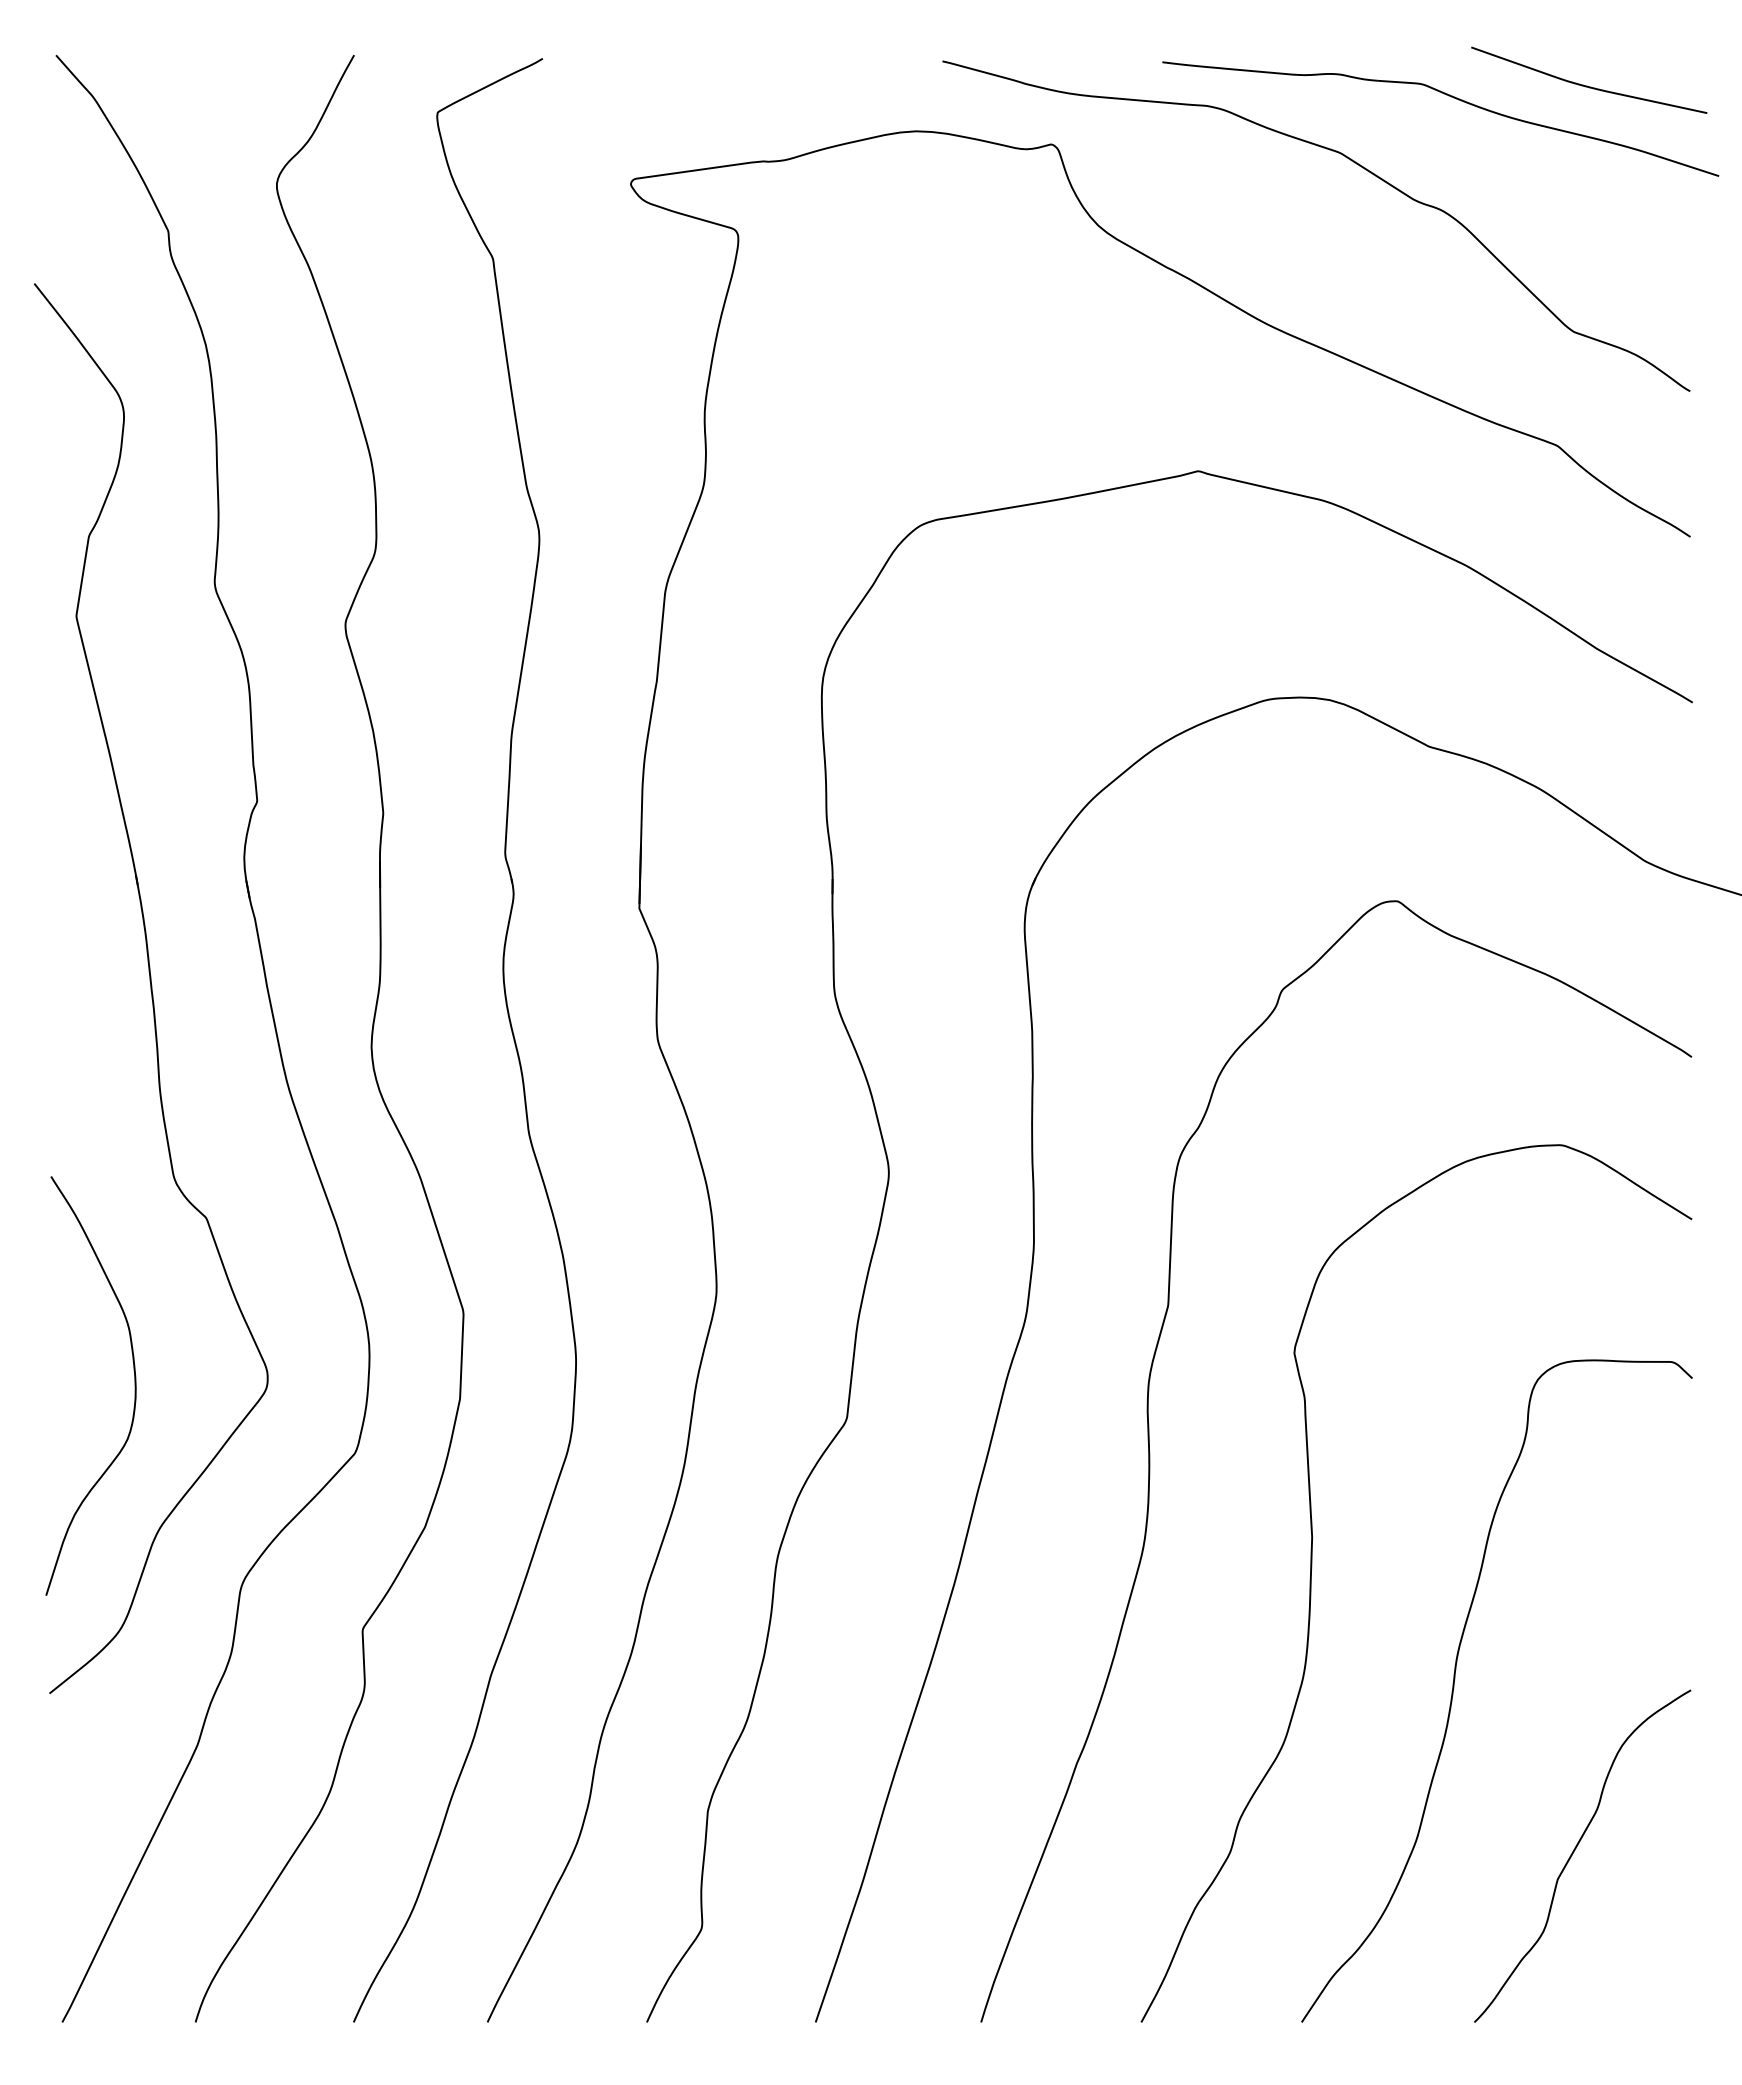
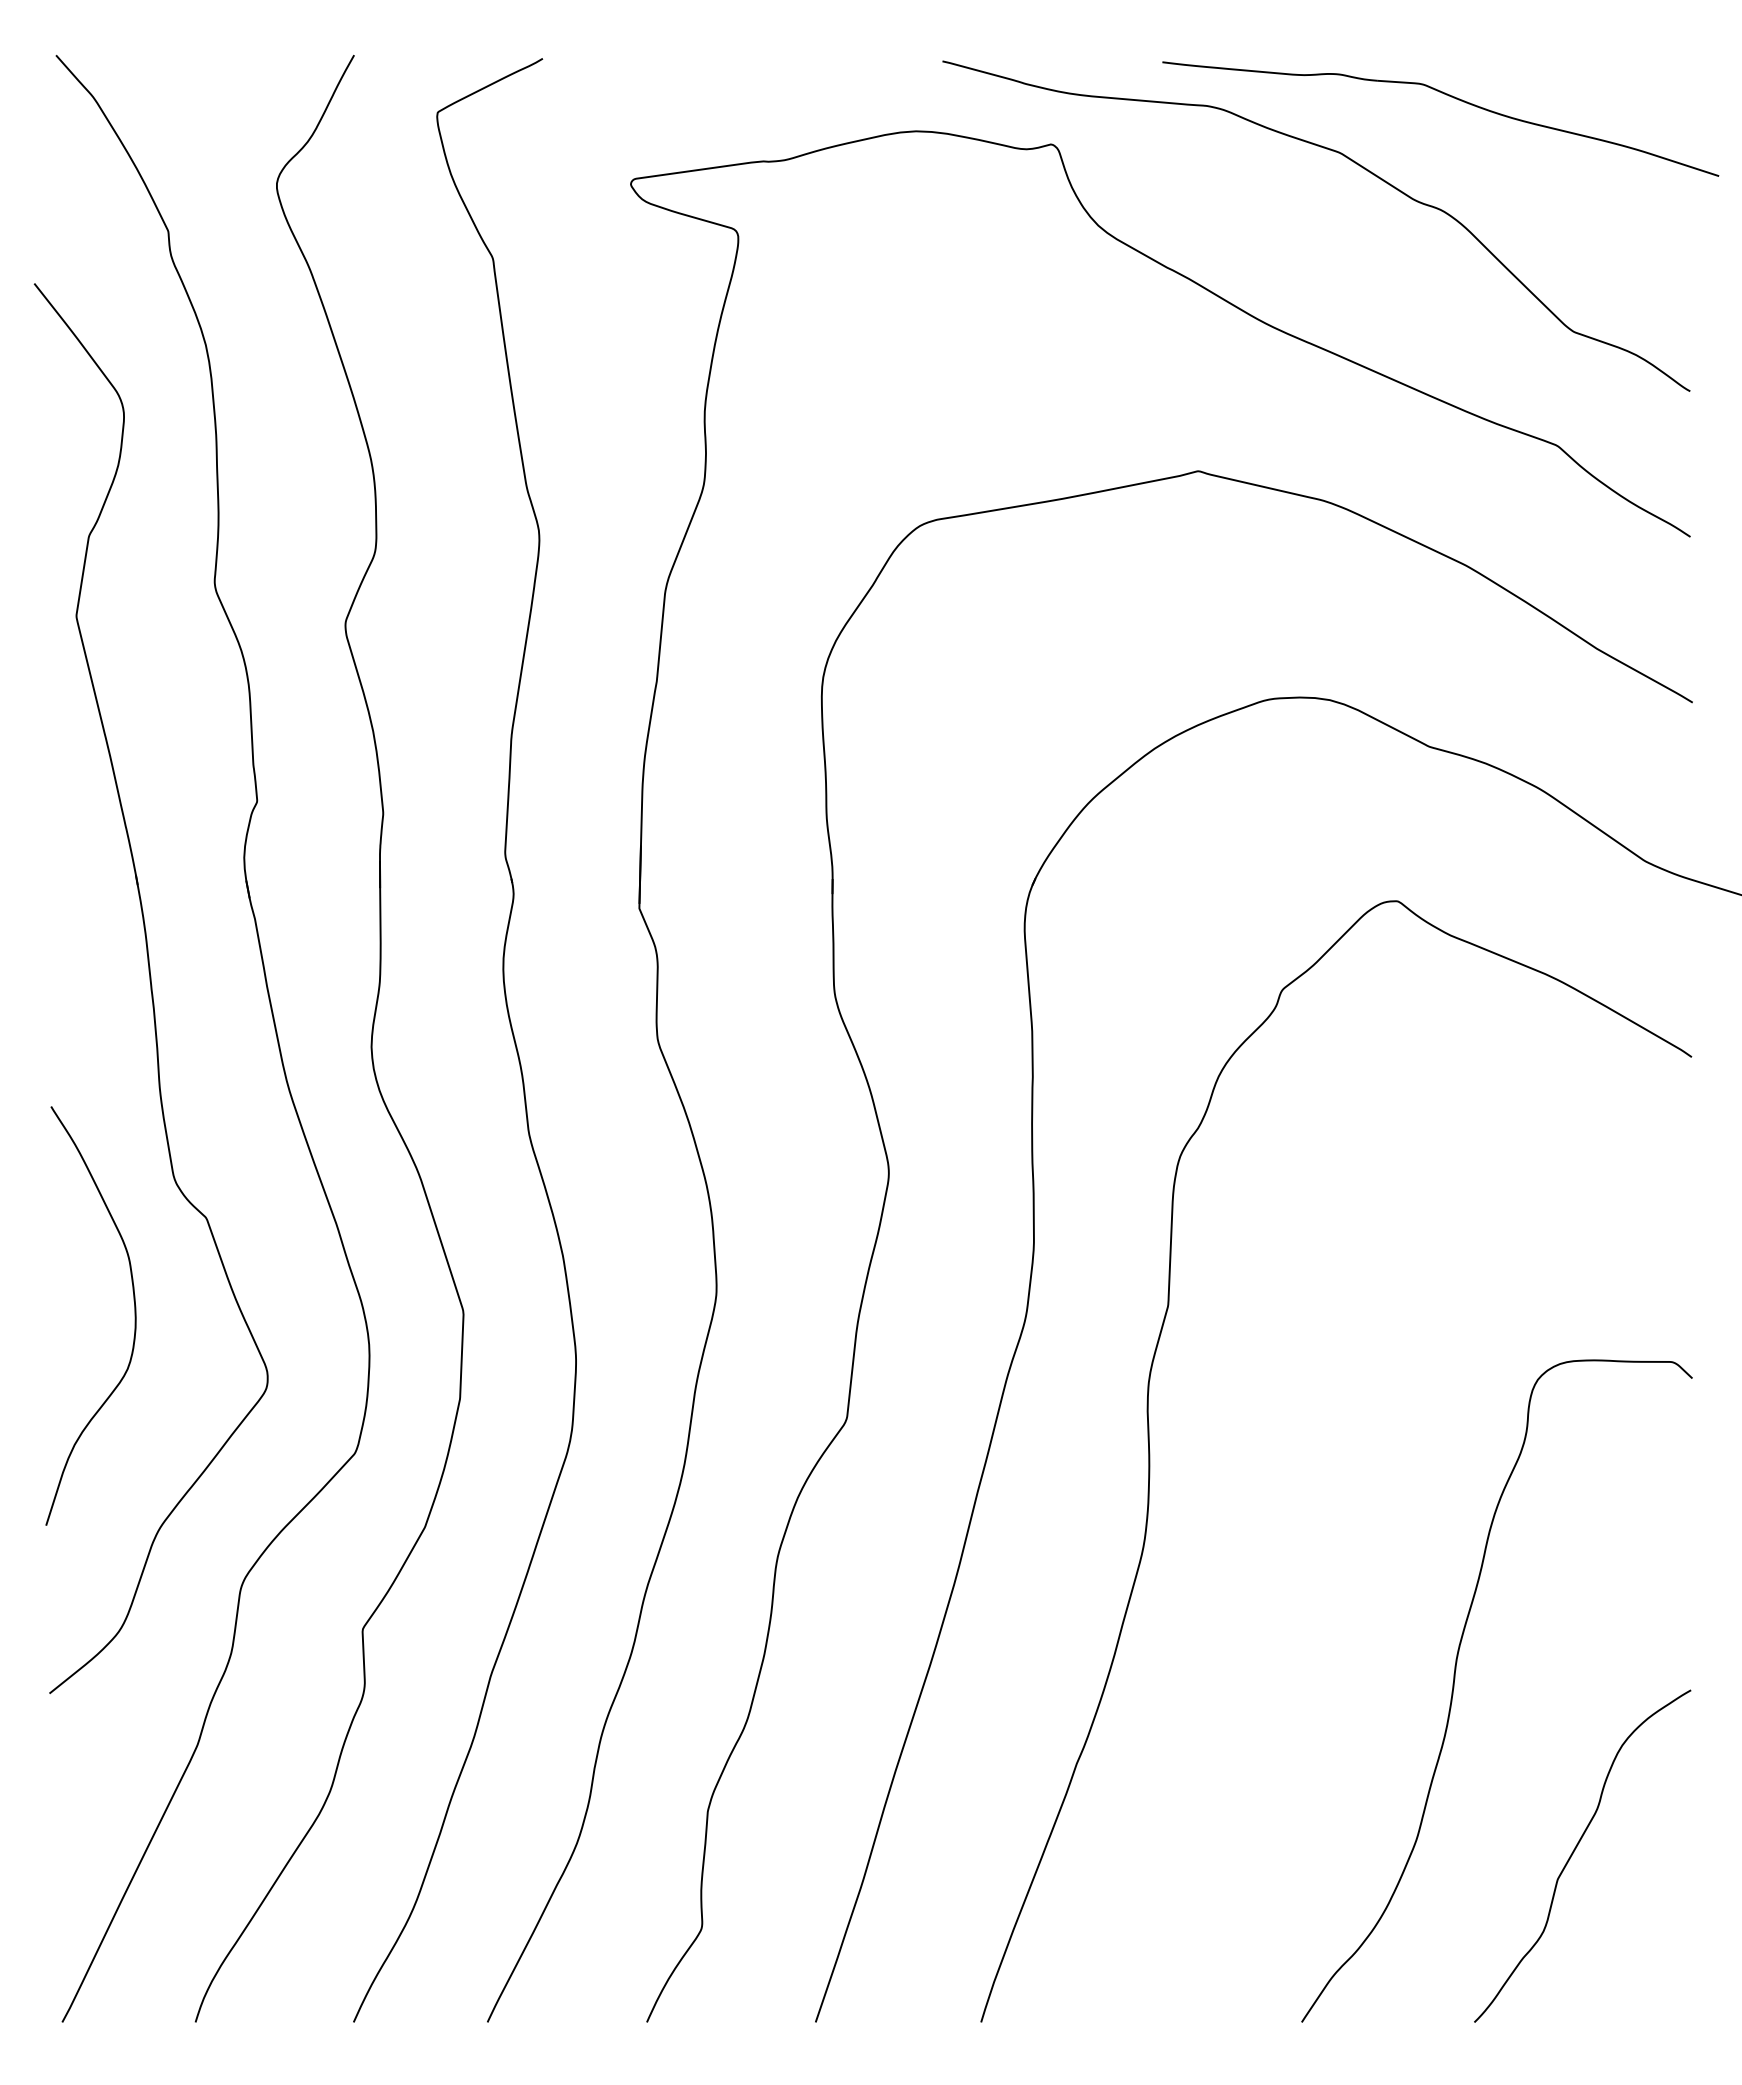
curve at (1587, 85): present -> none
curve at (134, 1385) position: (134, 1385) -> (134, 1315)
curve at (1311, 1583): present -> none
